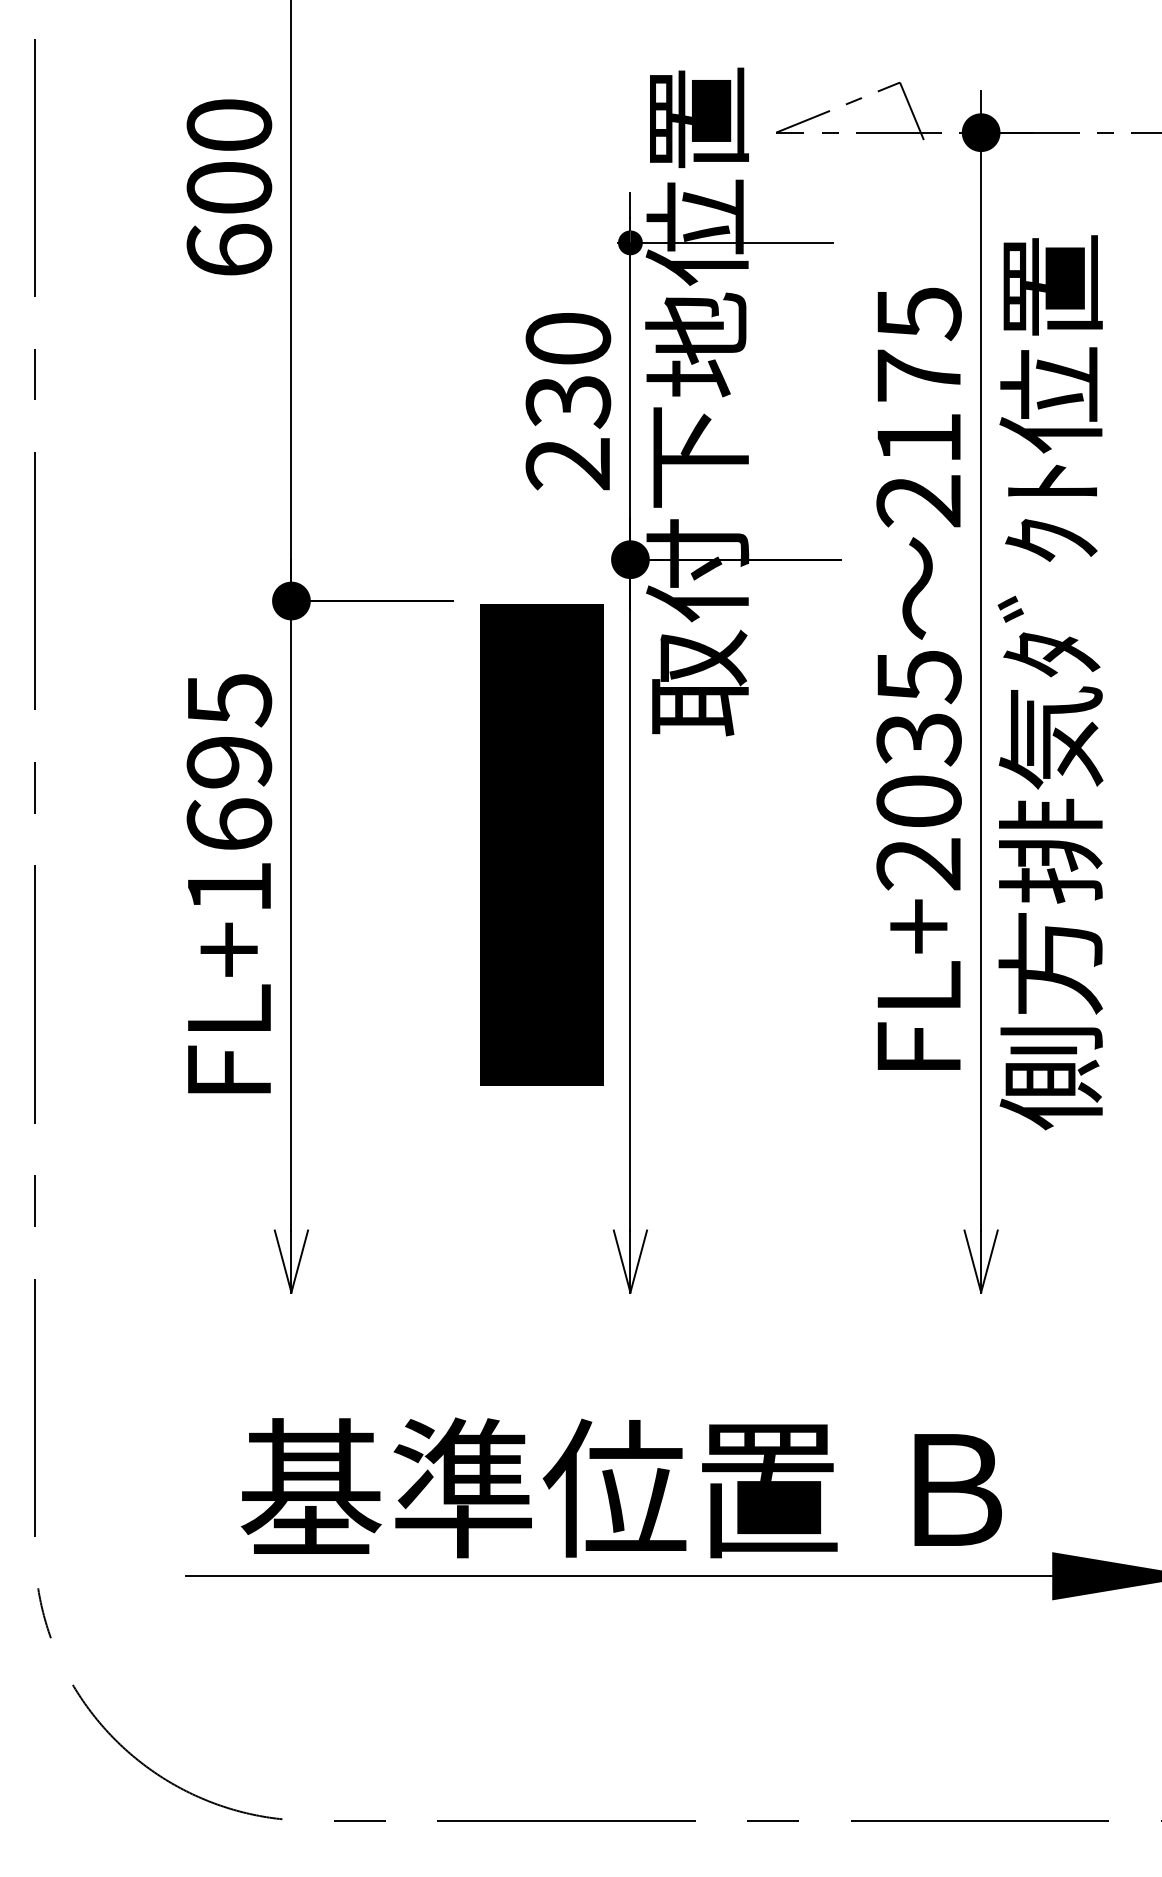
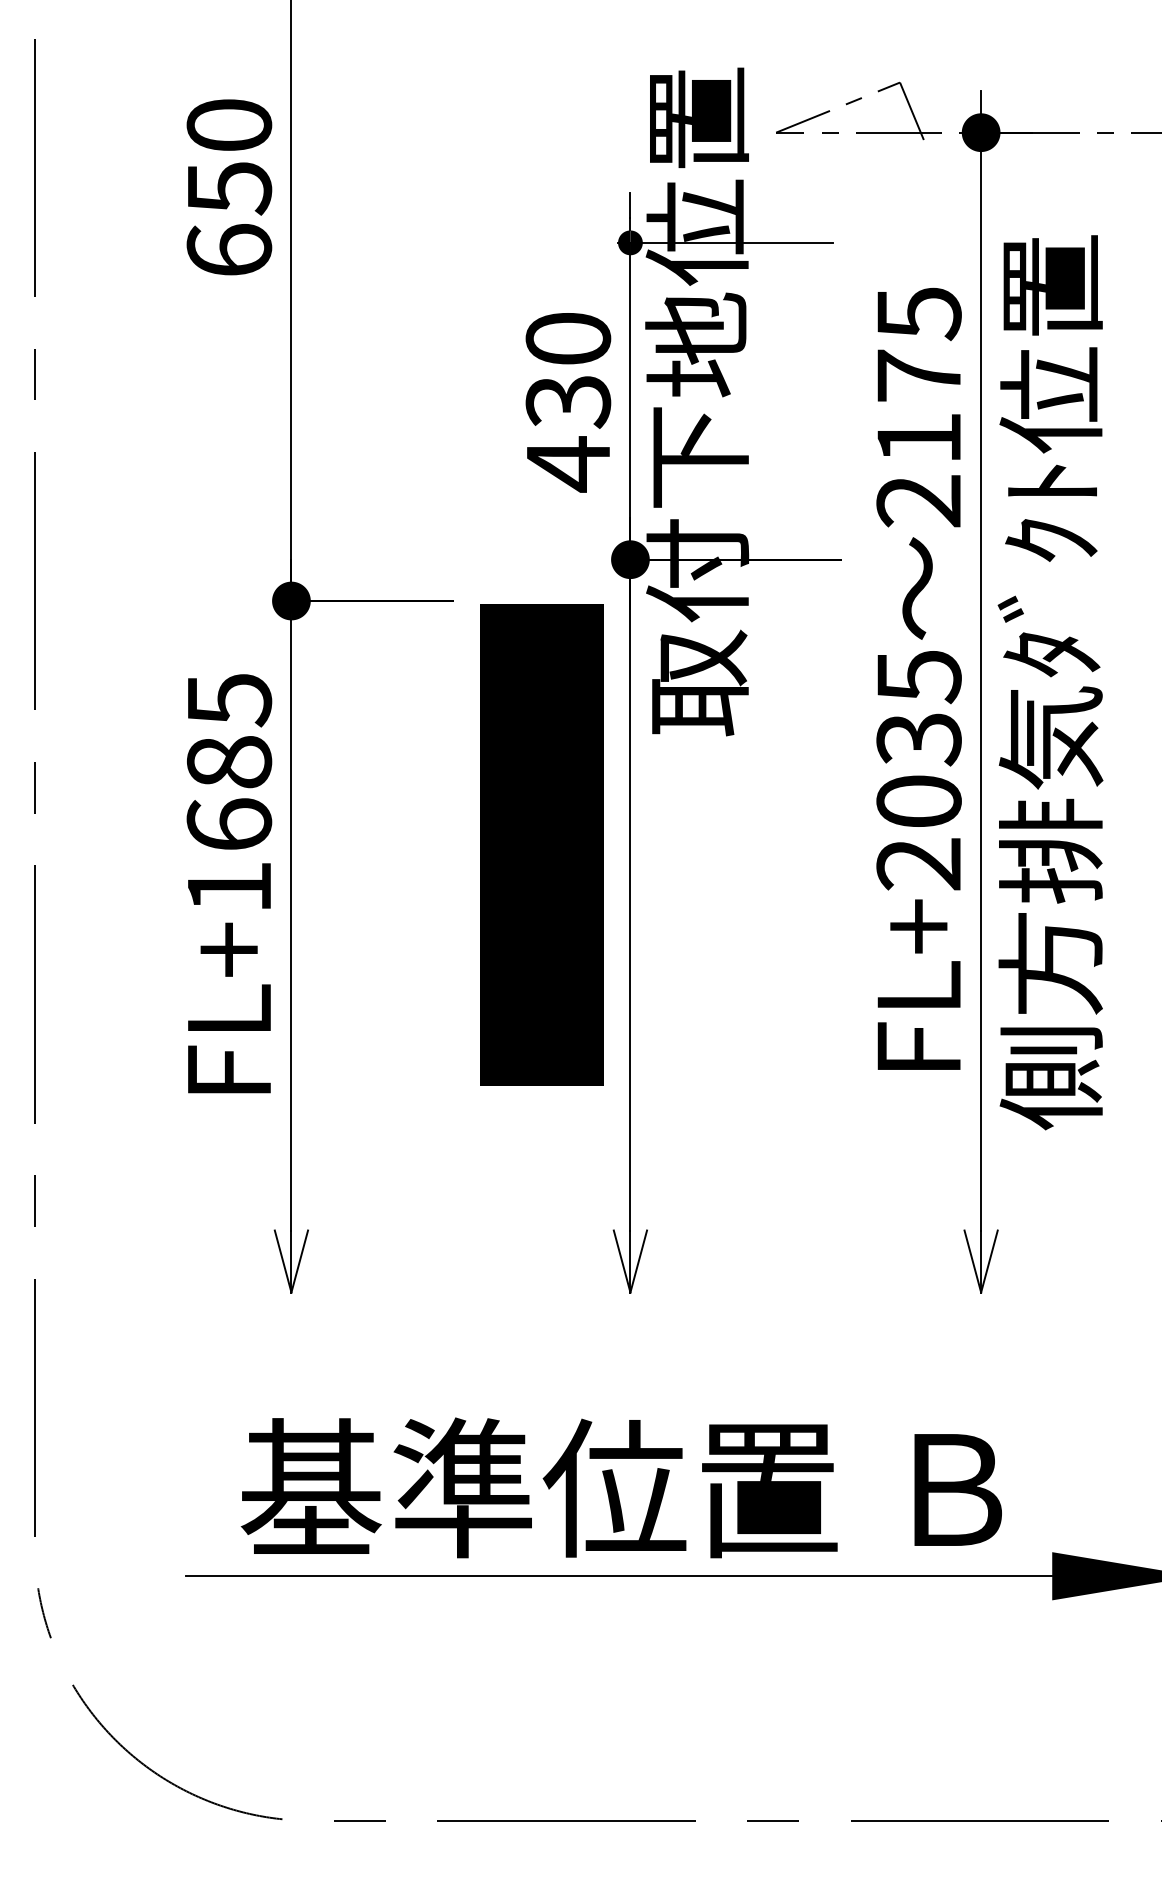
text at (229, 188): 600 -> 650
text at (567, 464): 230 -> 430
text at (229, 762): FL+1695 -> FL+1685
